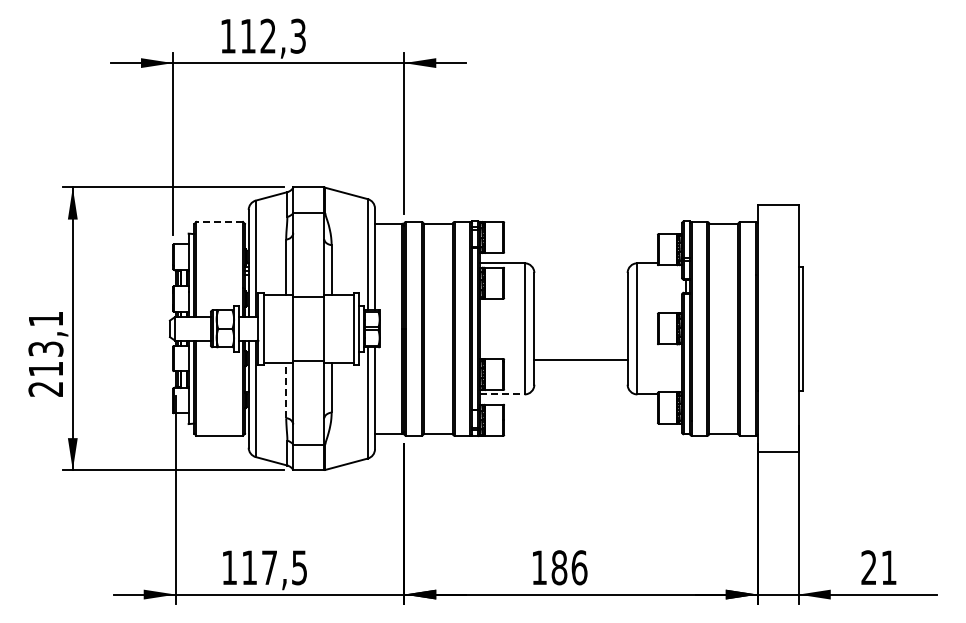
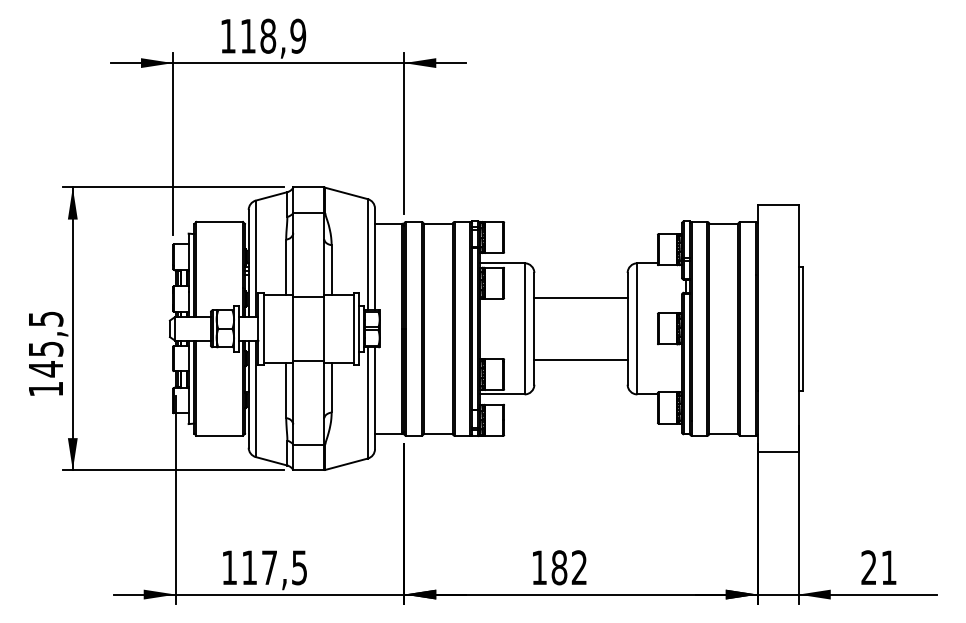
text at (283, 35): 112,3 -> 118,9
line at (219, 221): dashed -> solid
line at (580, 297): none -> present
text at (45, 353): 213,1 -> 145,5
line at (286, 390): dashed -> solid
line at (502, 394): dashed -> solid
text at (579, 567): 186 -> 182
